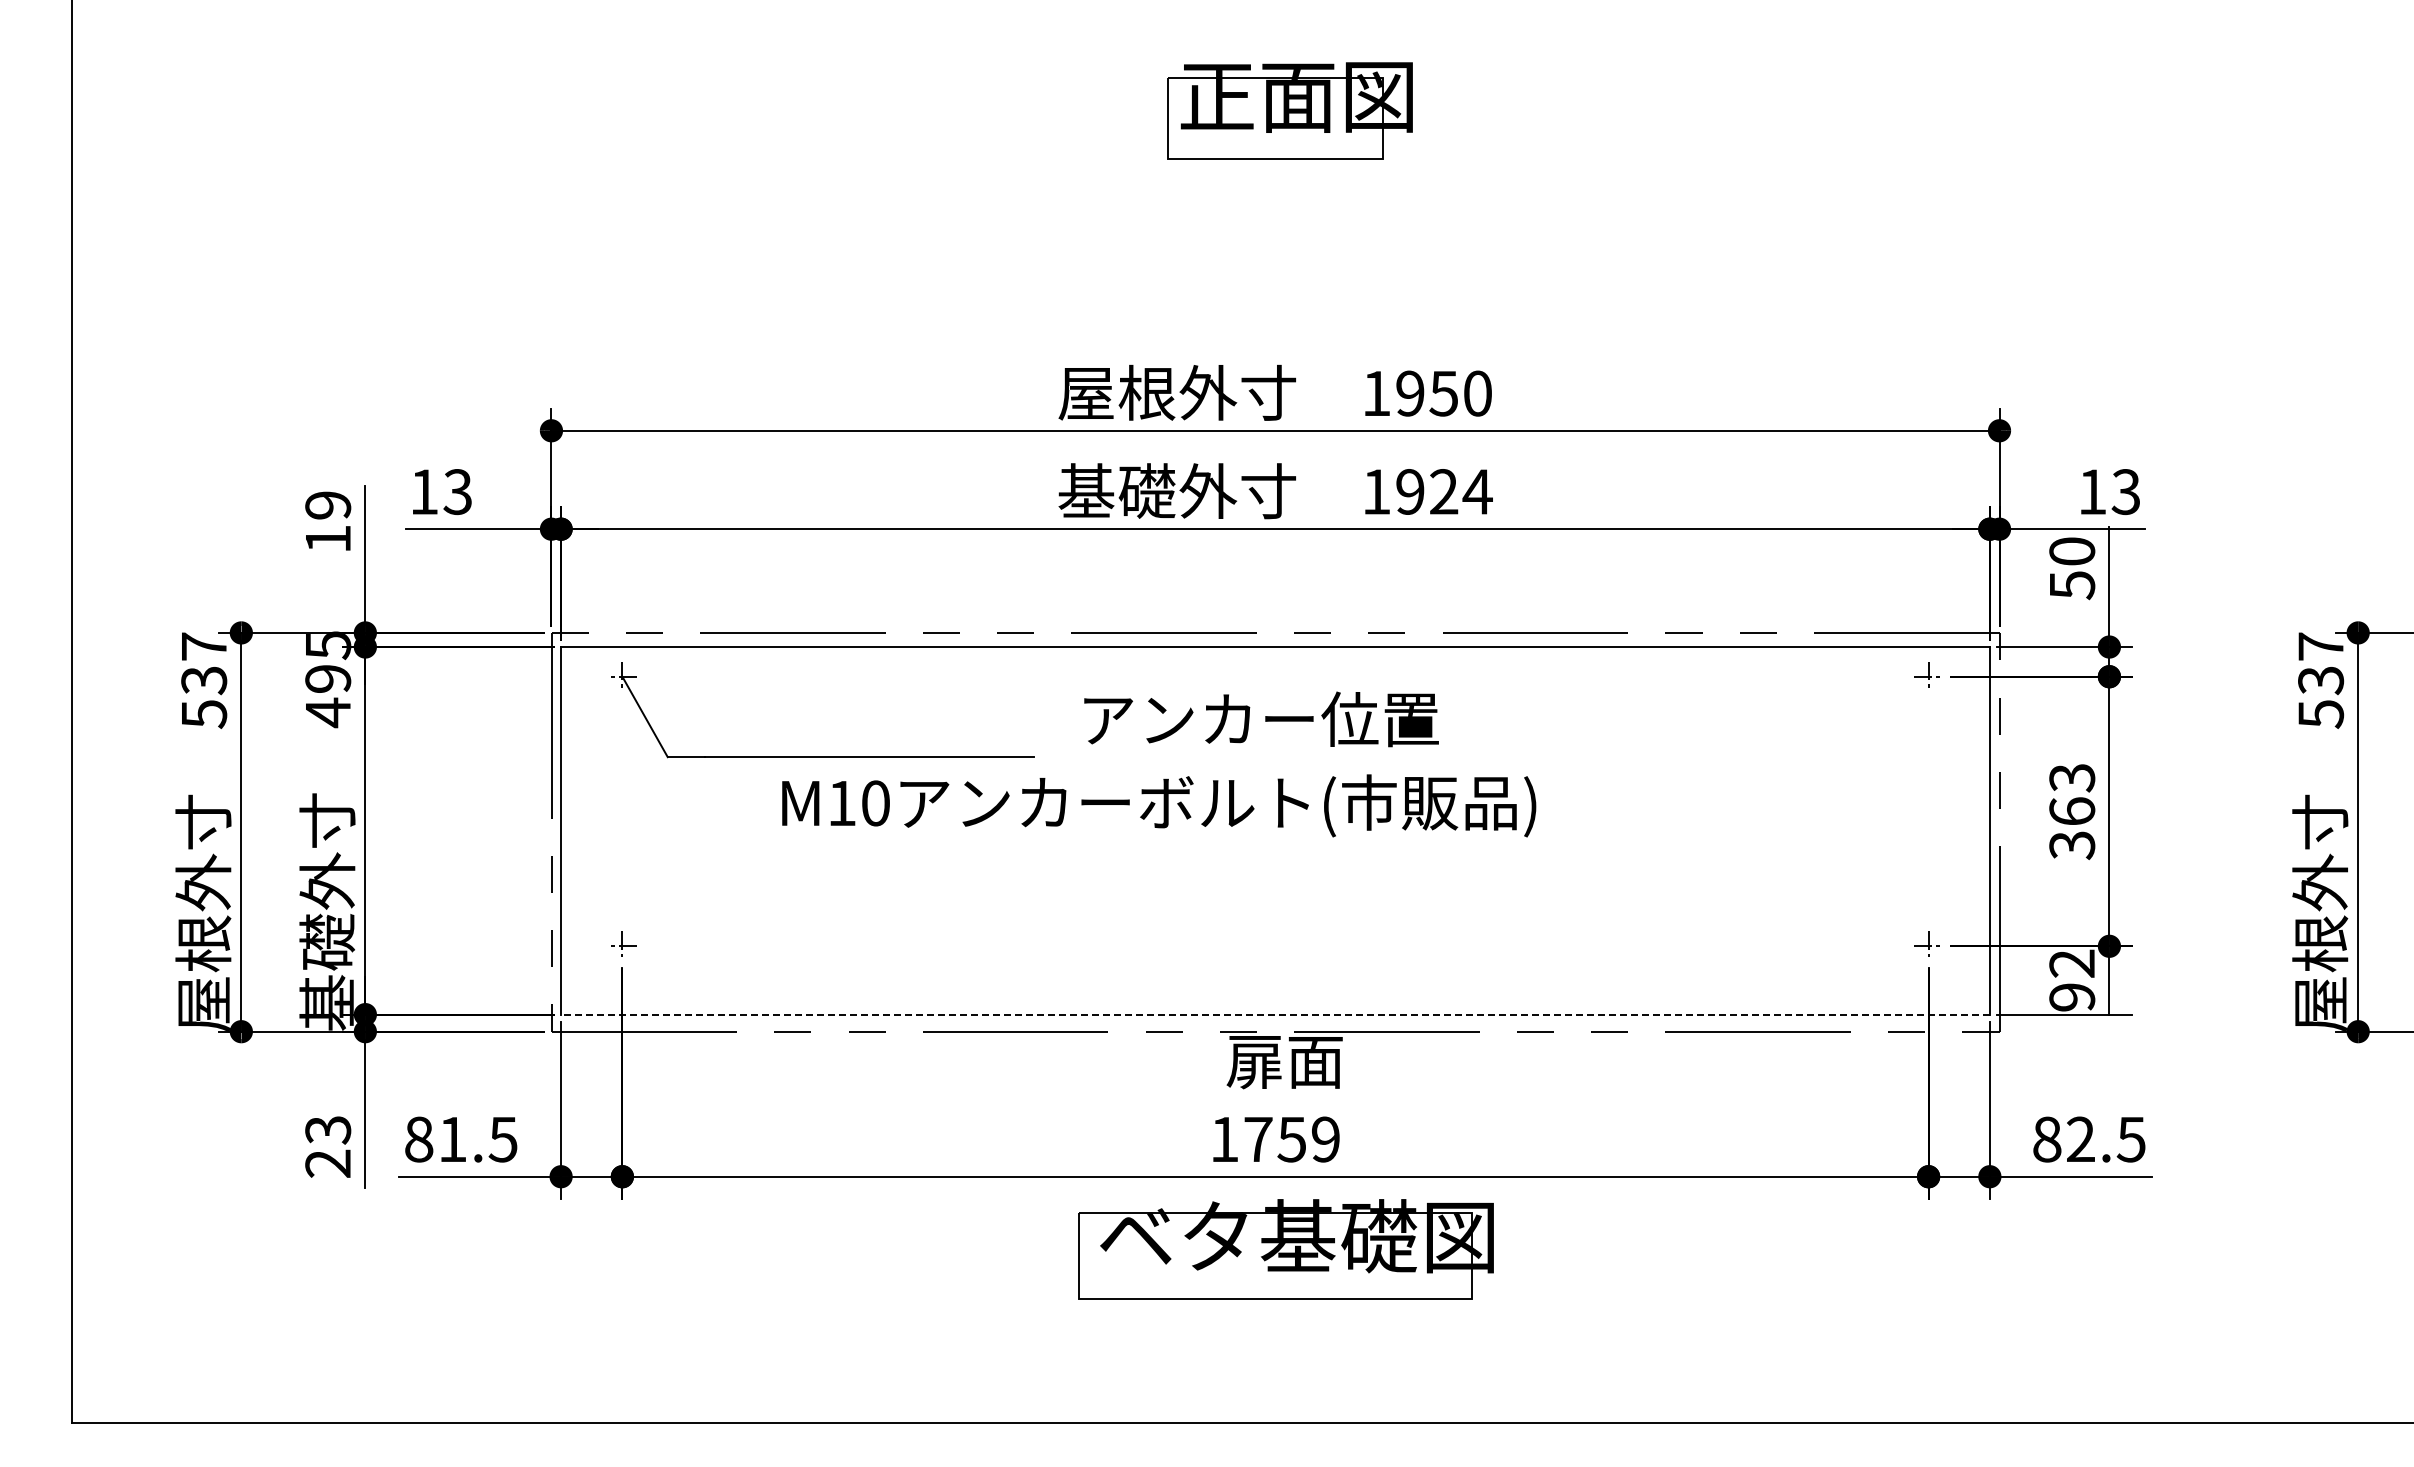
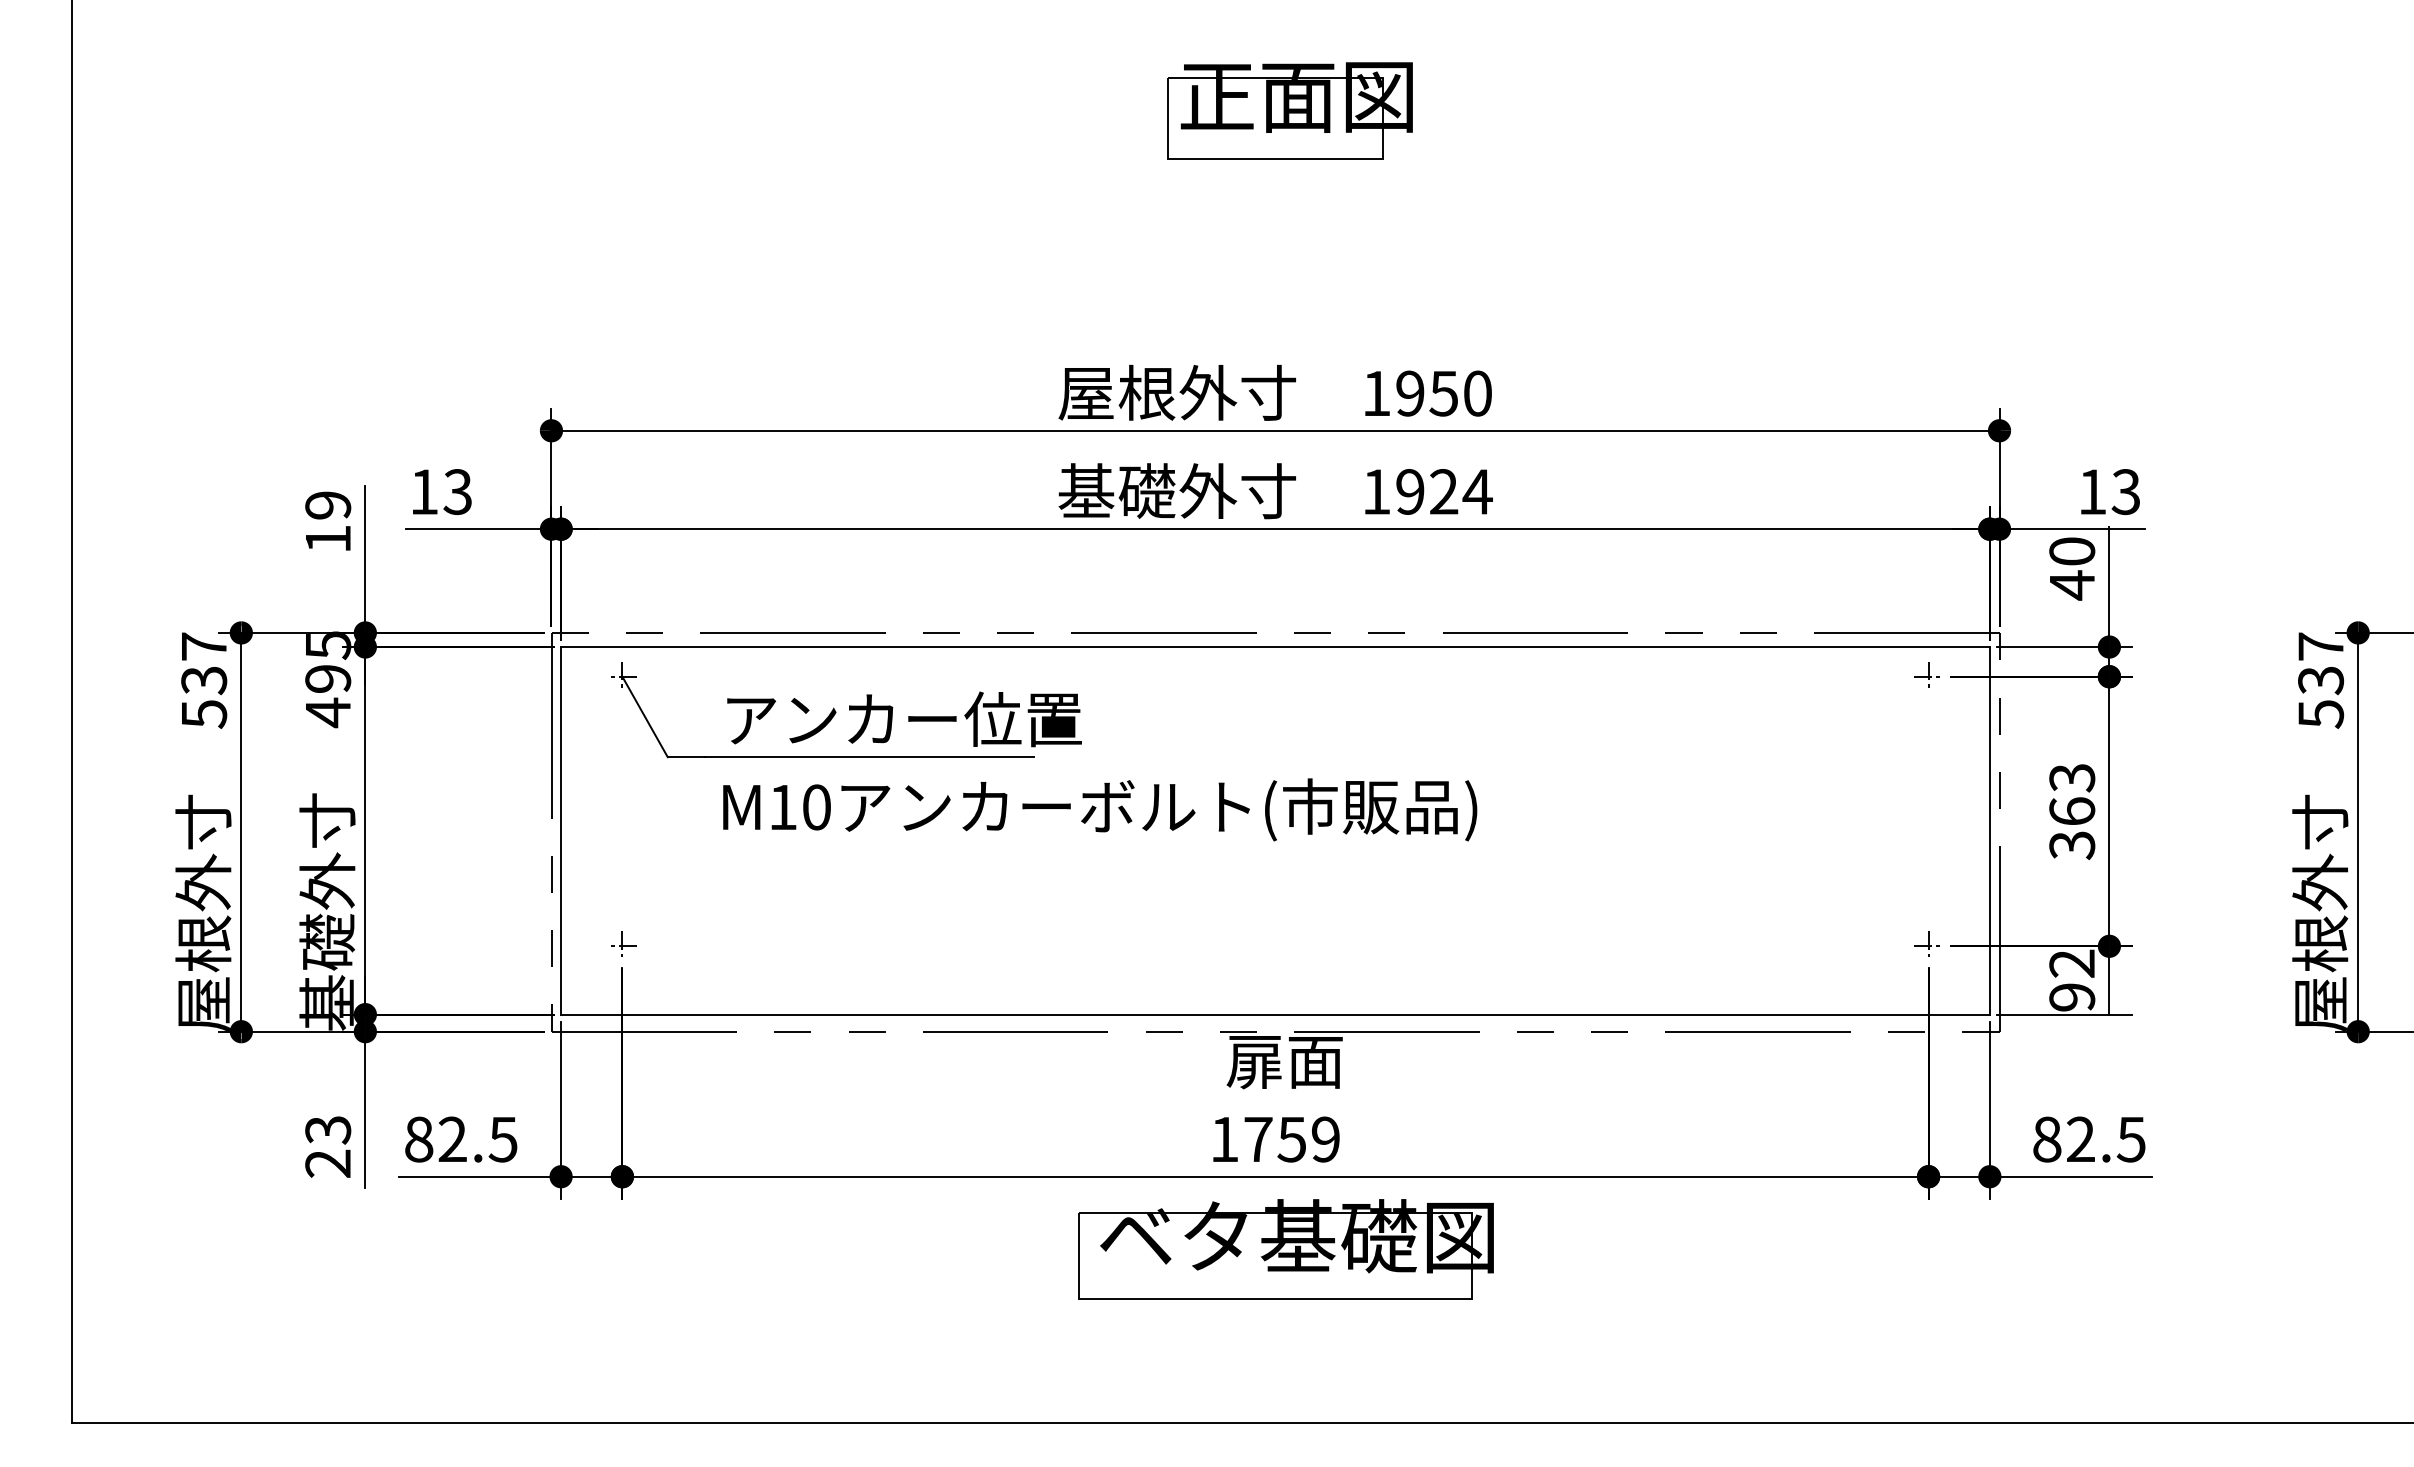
text at (2072, 585): 50 -> 40
text at (1261, 719) position: (1261, 719) -> (904, 719)
text at (1159, 805) position: (1159, 805) -> (1100, 809)
line at (1275, 1014): dashed -> solid
text at (452, 1138): 81.5 -> 82.5
